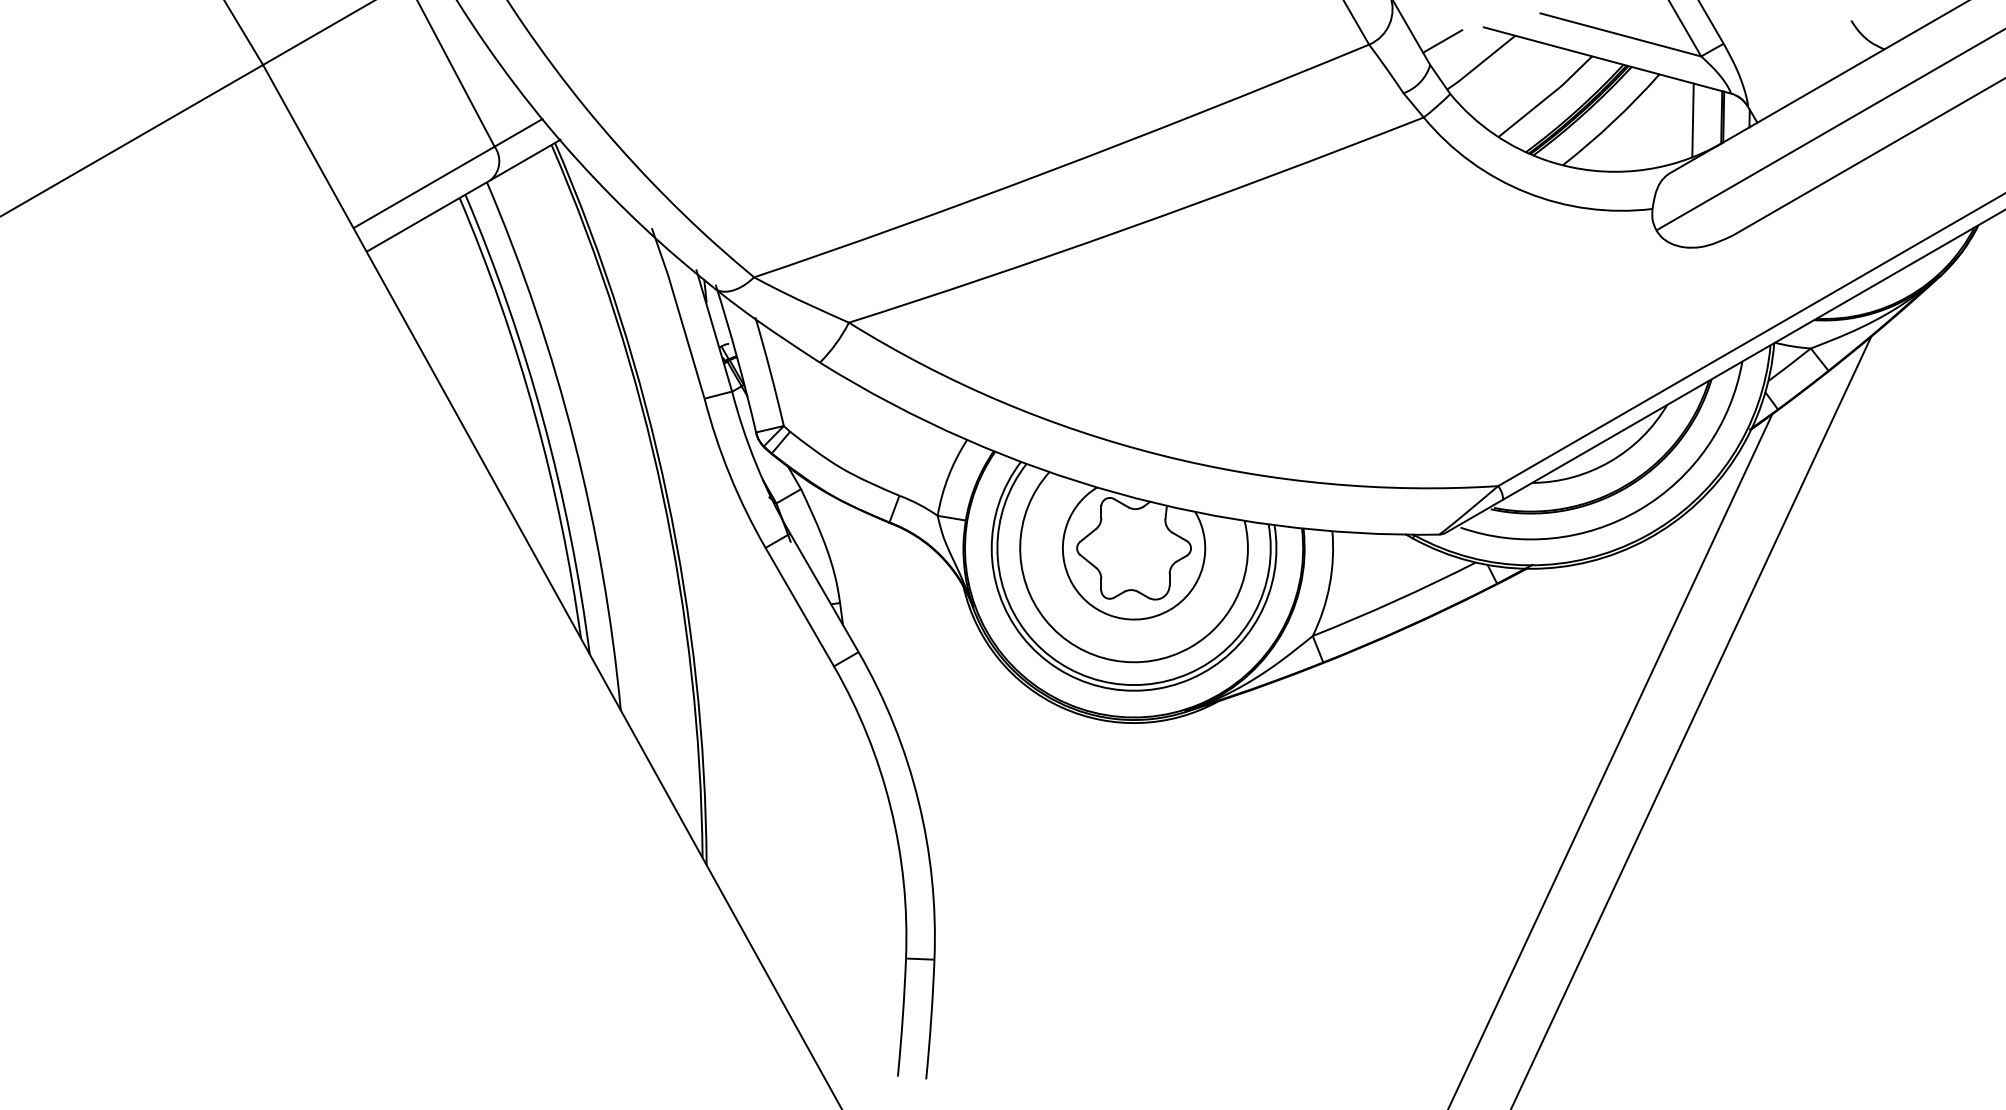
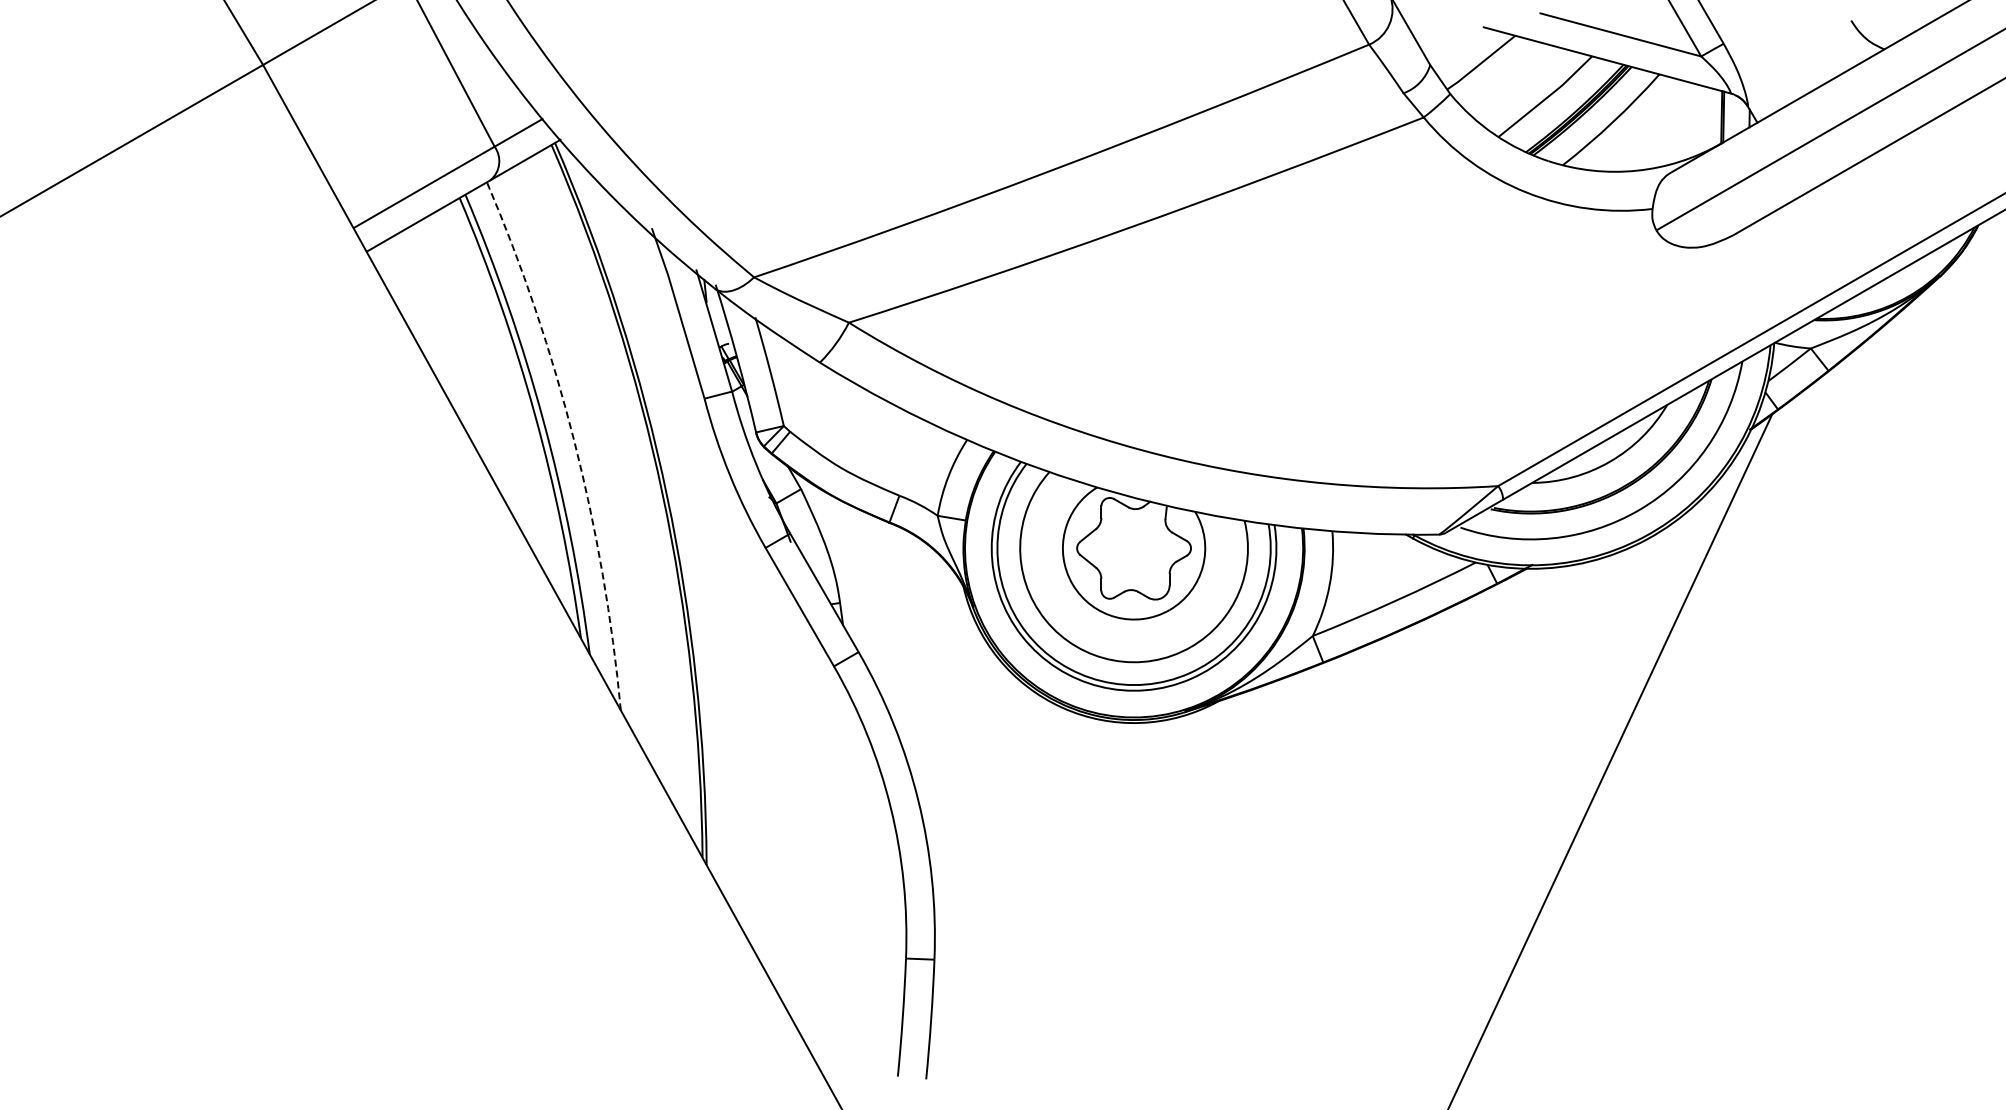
line at (1442, 41): present -> none
line at (1692, 120): present -> none
arc at (574, 441): solid -> dashed
line at (1691, 721): present -> none
